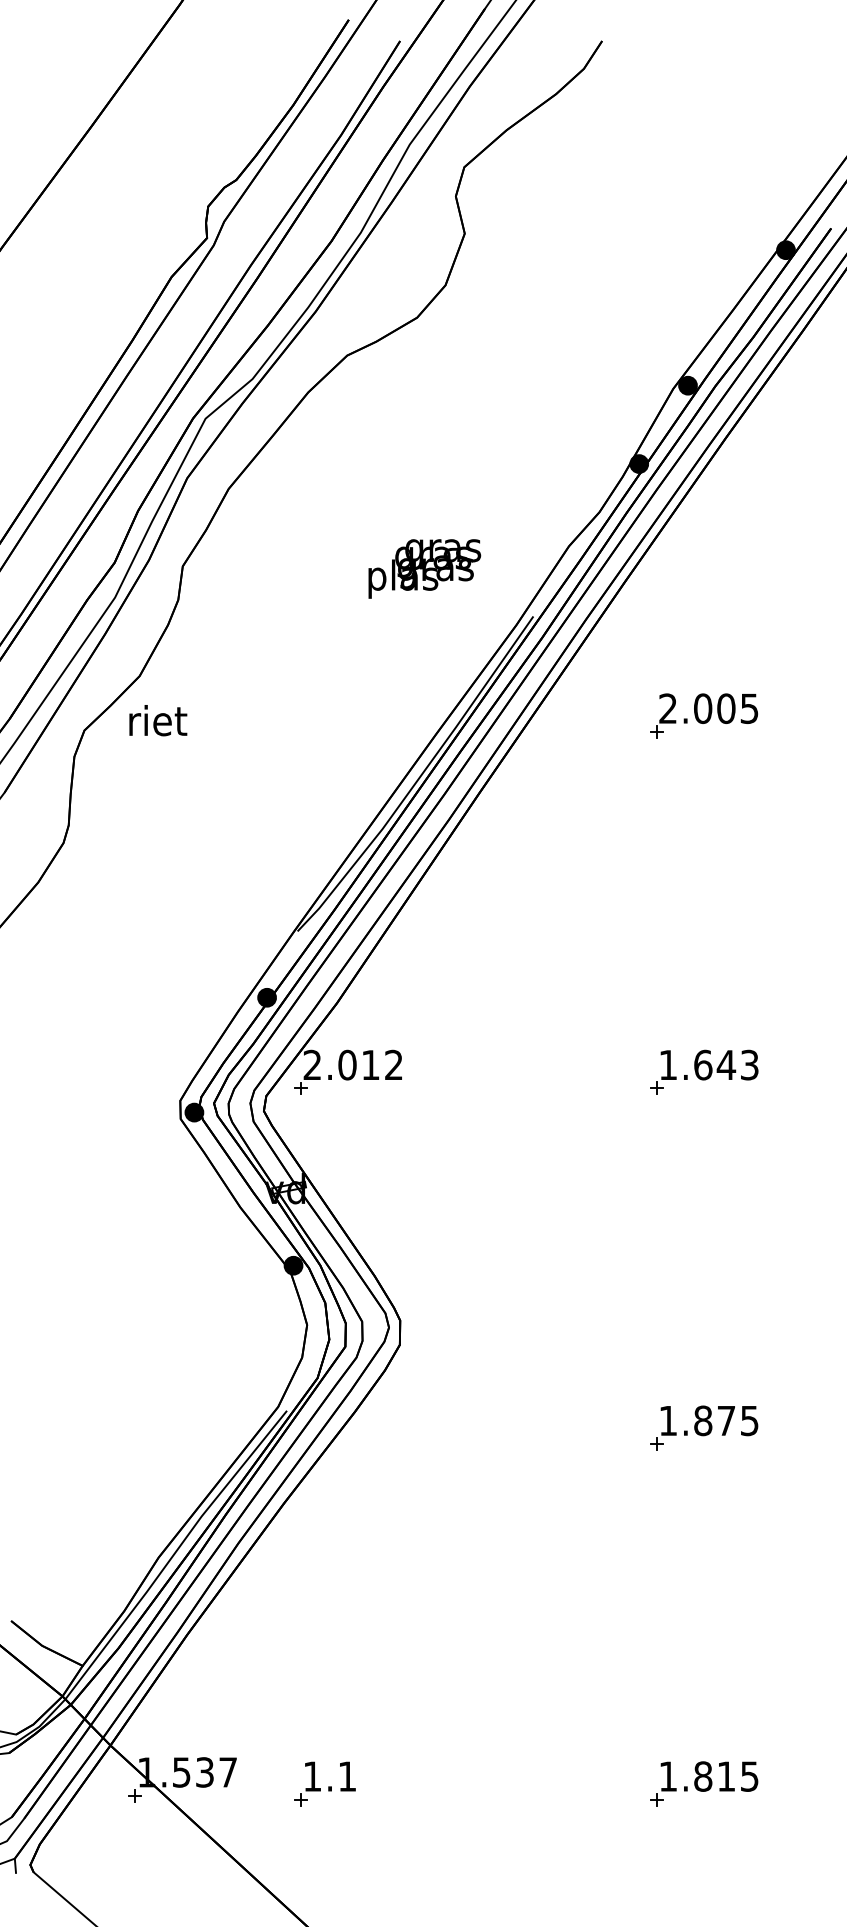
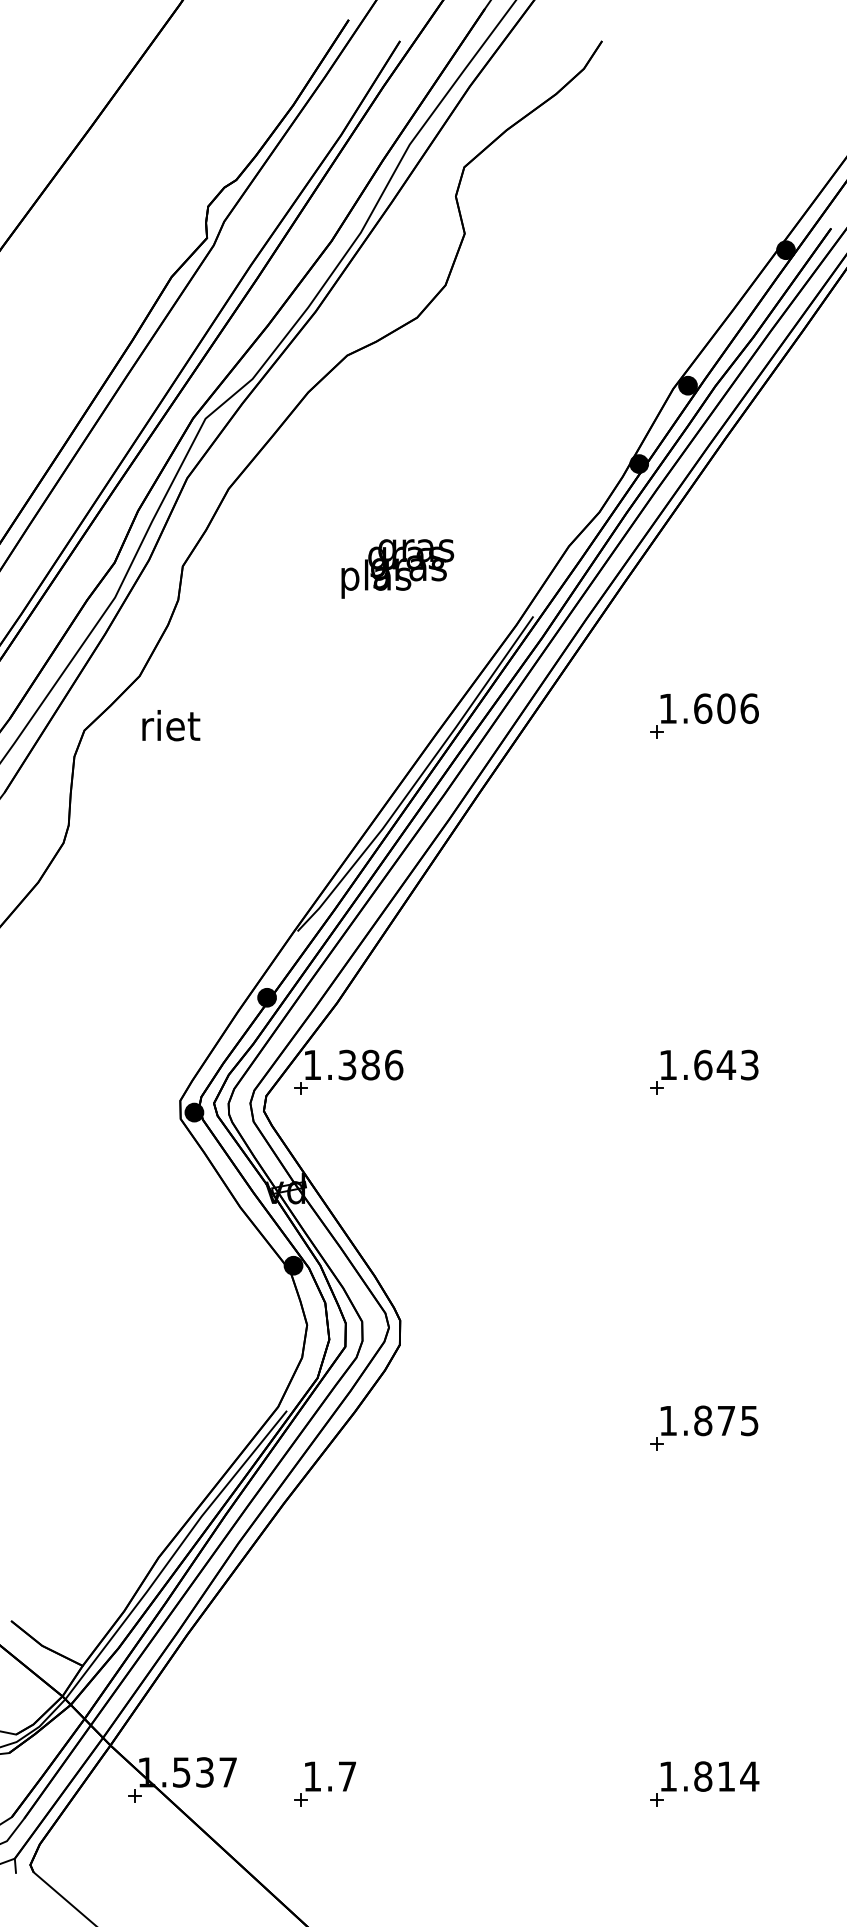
text at (424, 568) position: (424, 568) -> (397, 568)
text at (708, 708): 2.005 -> 1.606
text at (158, 720) position: (158, 720) -> (171, 725)
text at (353, 1064): 2.012 -> 1.386
text at (347, 1776): 1.1 -> 1.7
text at (749, 1776): 1.815 -> 1.814
